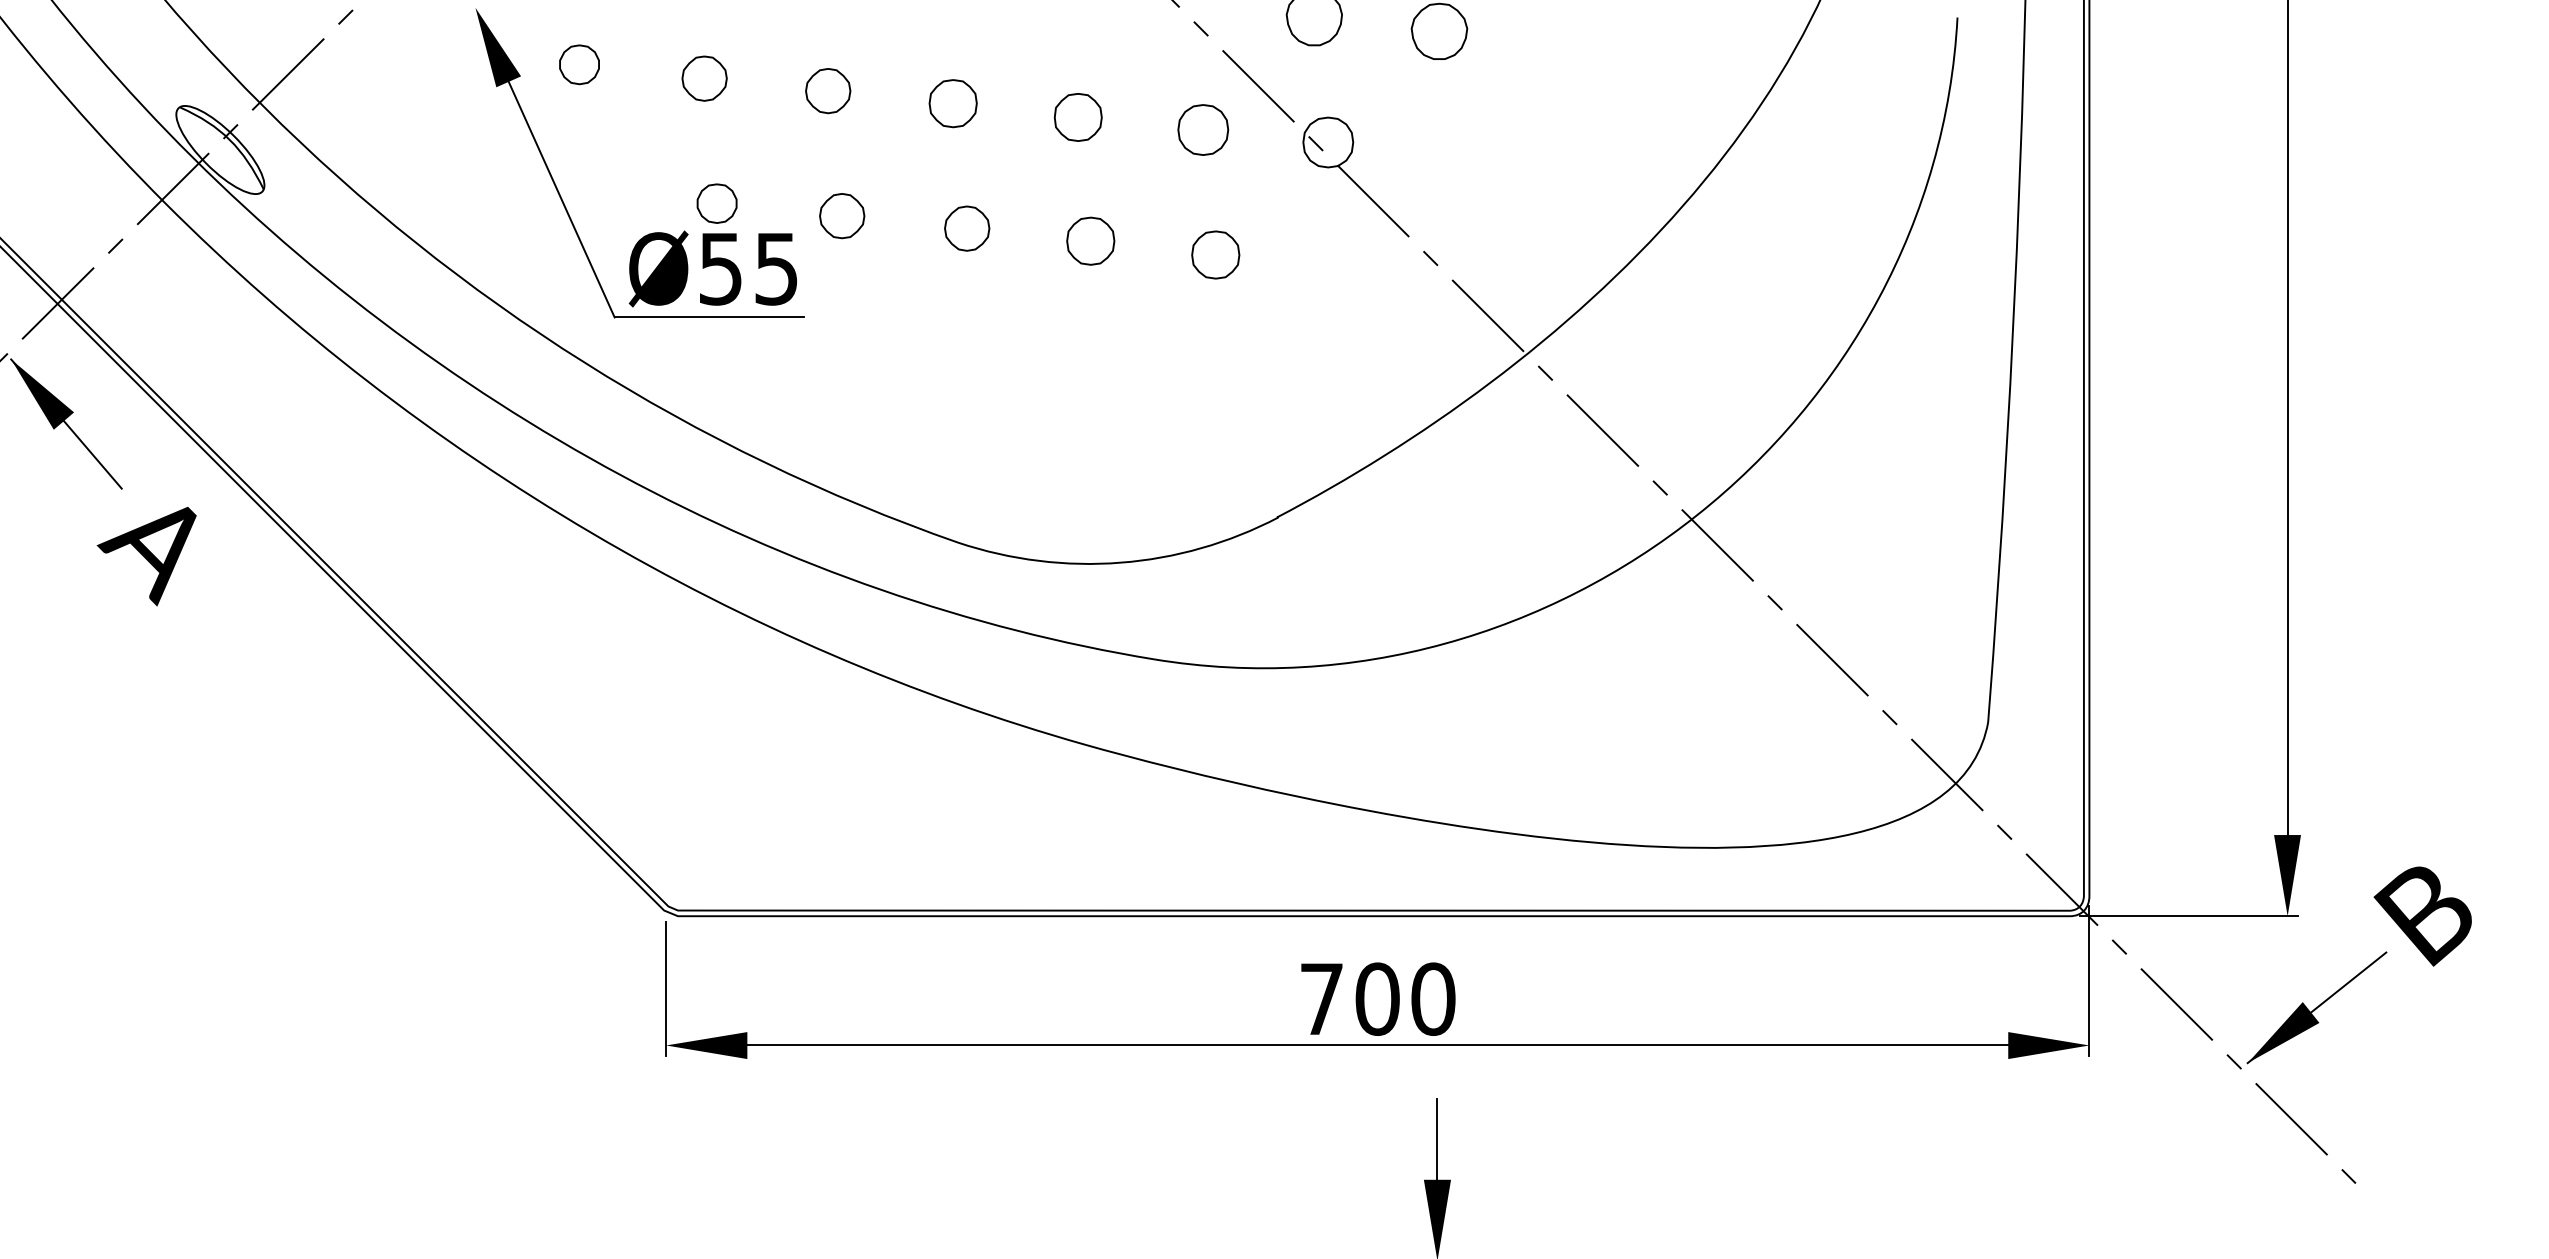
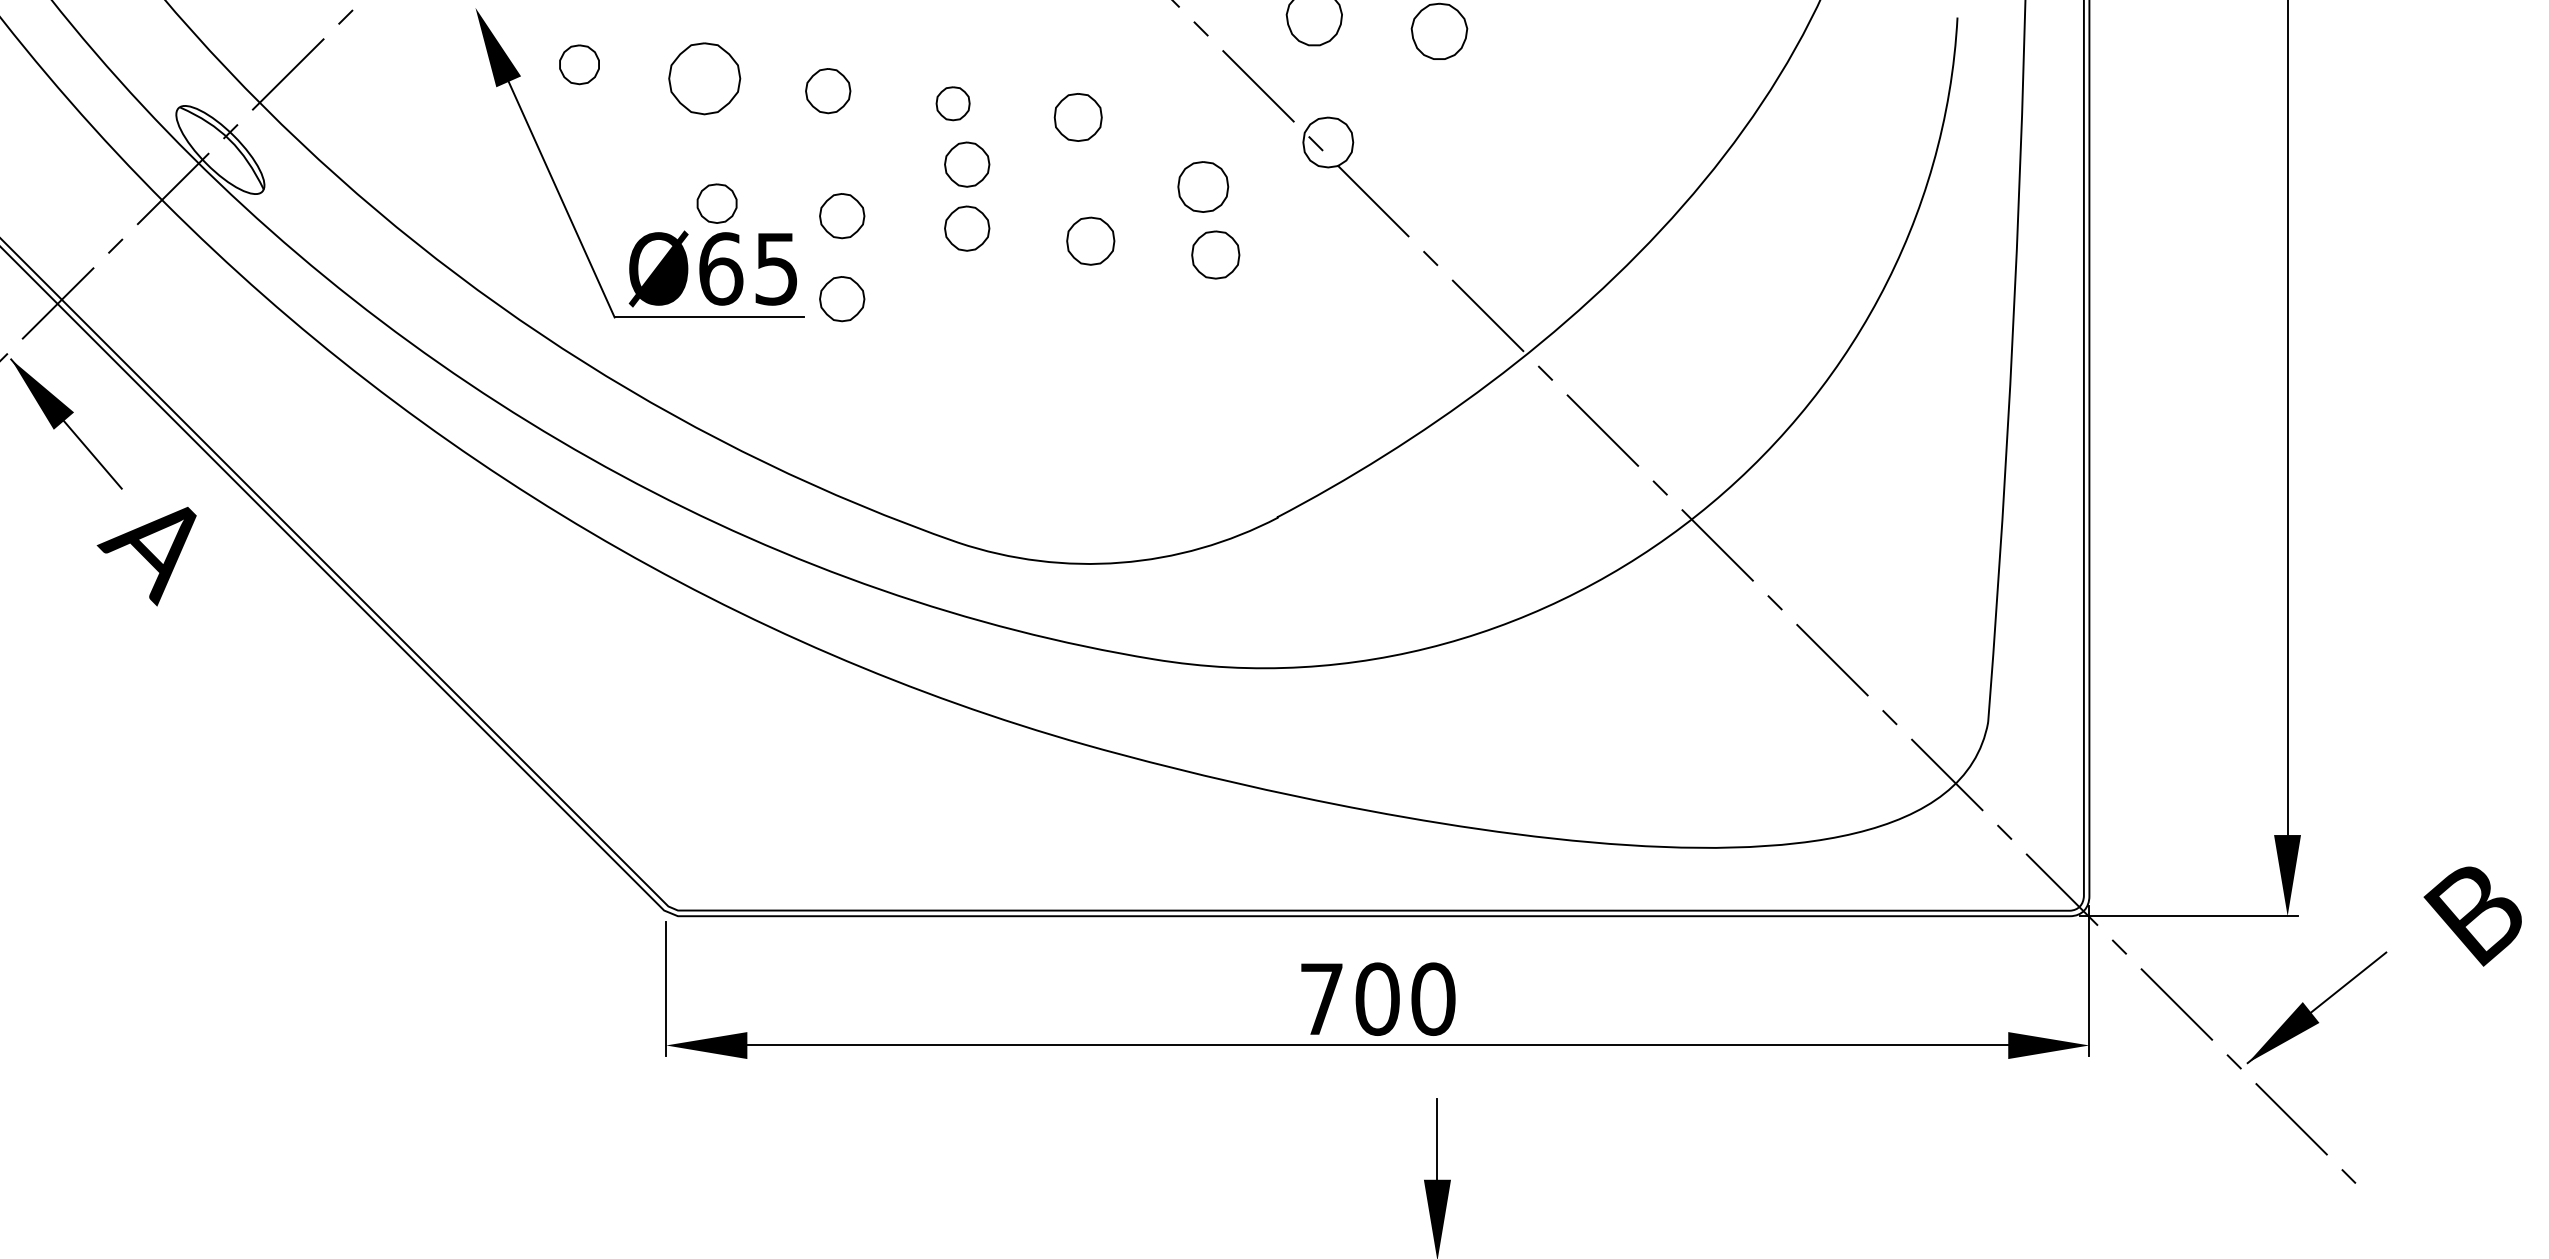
part at (704, 78) size: 47x47 px -> 74x74 px
part at (952, 103) size: 50x50 px -> 36x36 px
part at (1203, 129) position: (1203, 129) -> (1203, 186)
part at (967, 164): none -> present
text at (721, 268): Ø55 -> Ø65
part at (842, 299): none -> present
text at (2422, 916) position: (2422, 916) -> (2472, 916)
